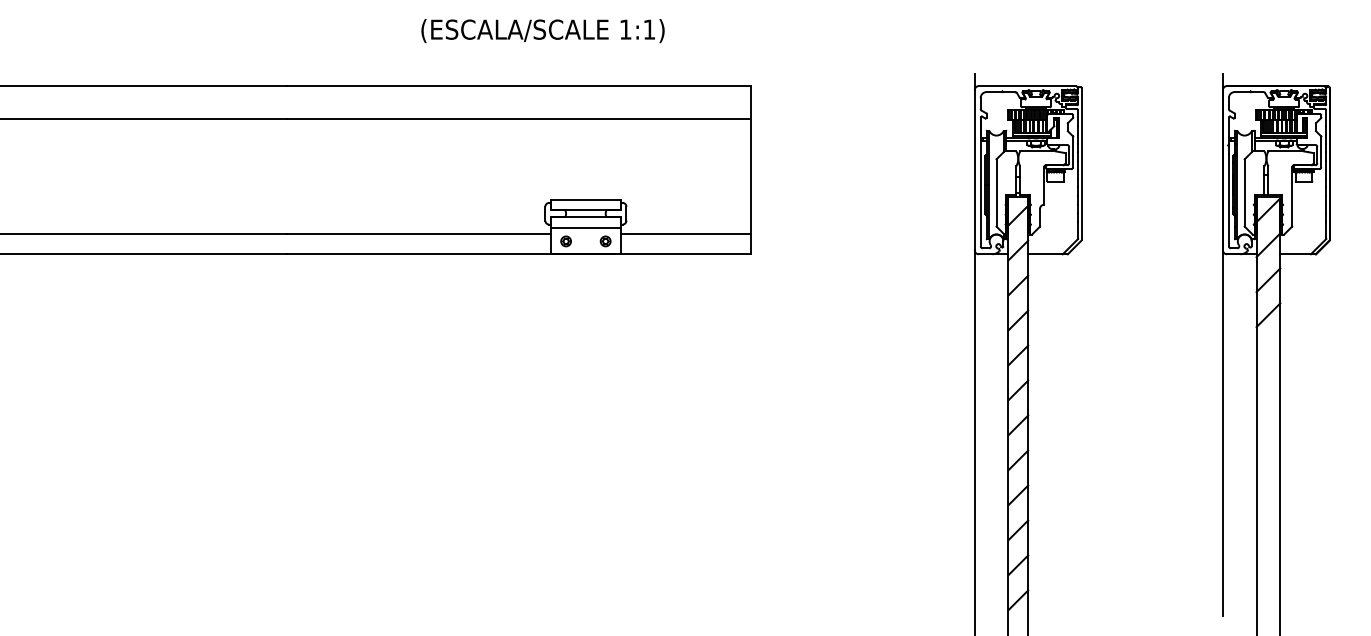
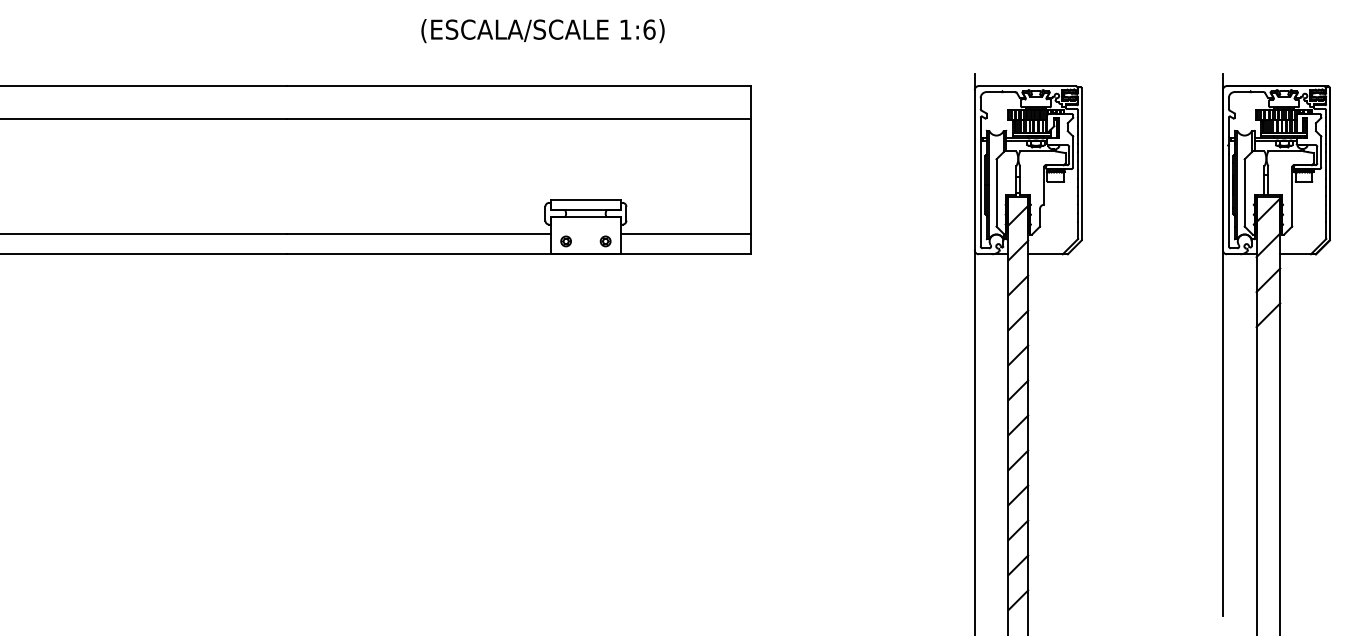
text at (649, 29): 1:1) -> 1:6)
line at (585, 227): present -> none
